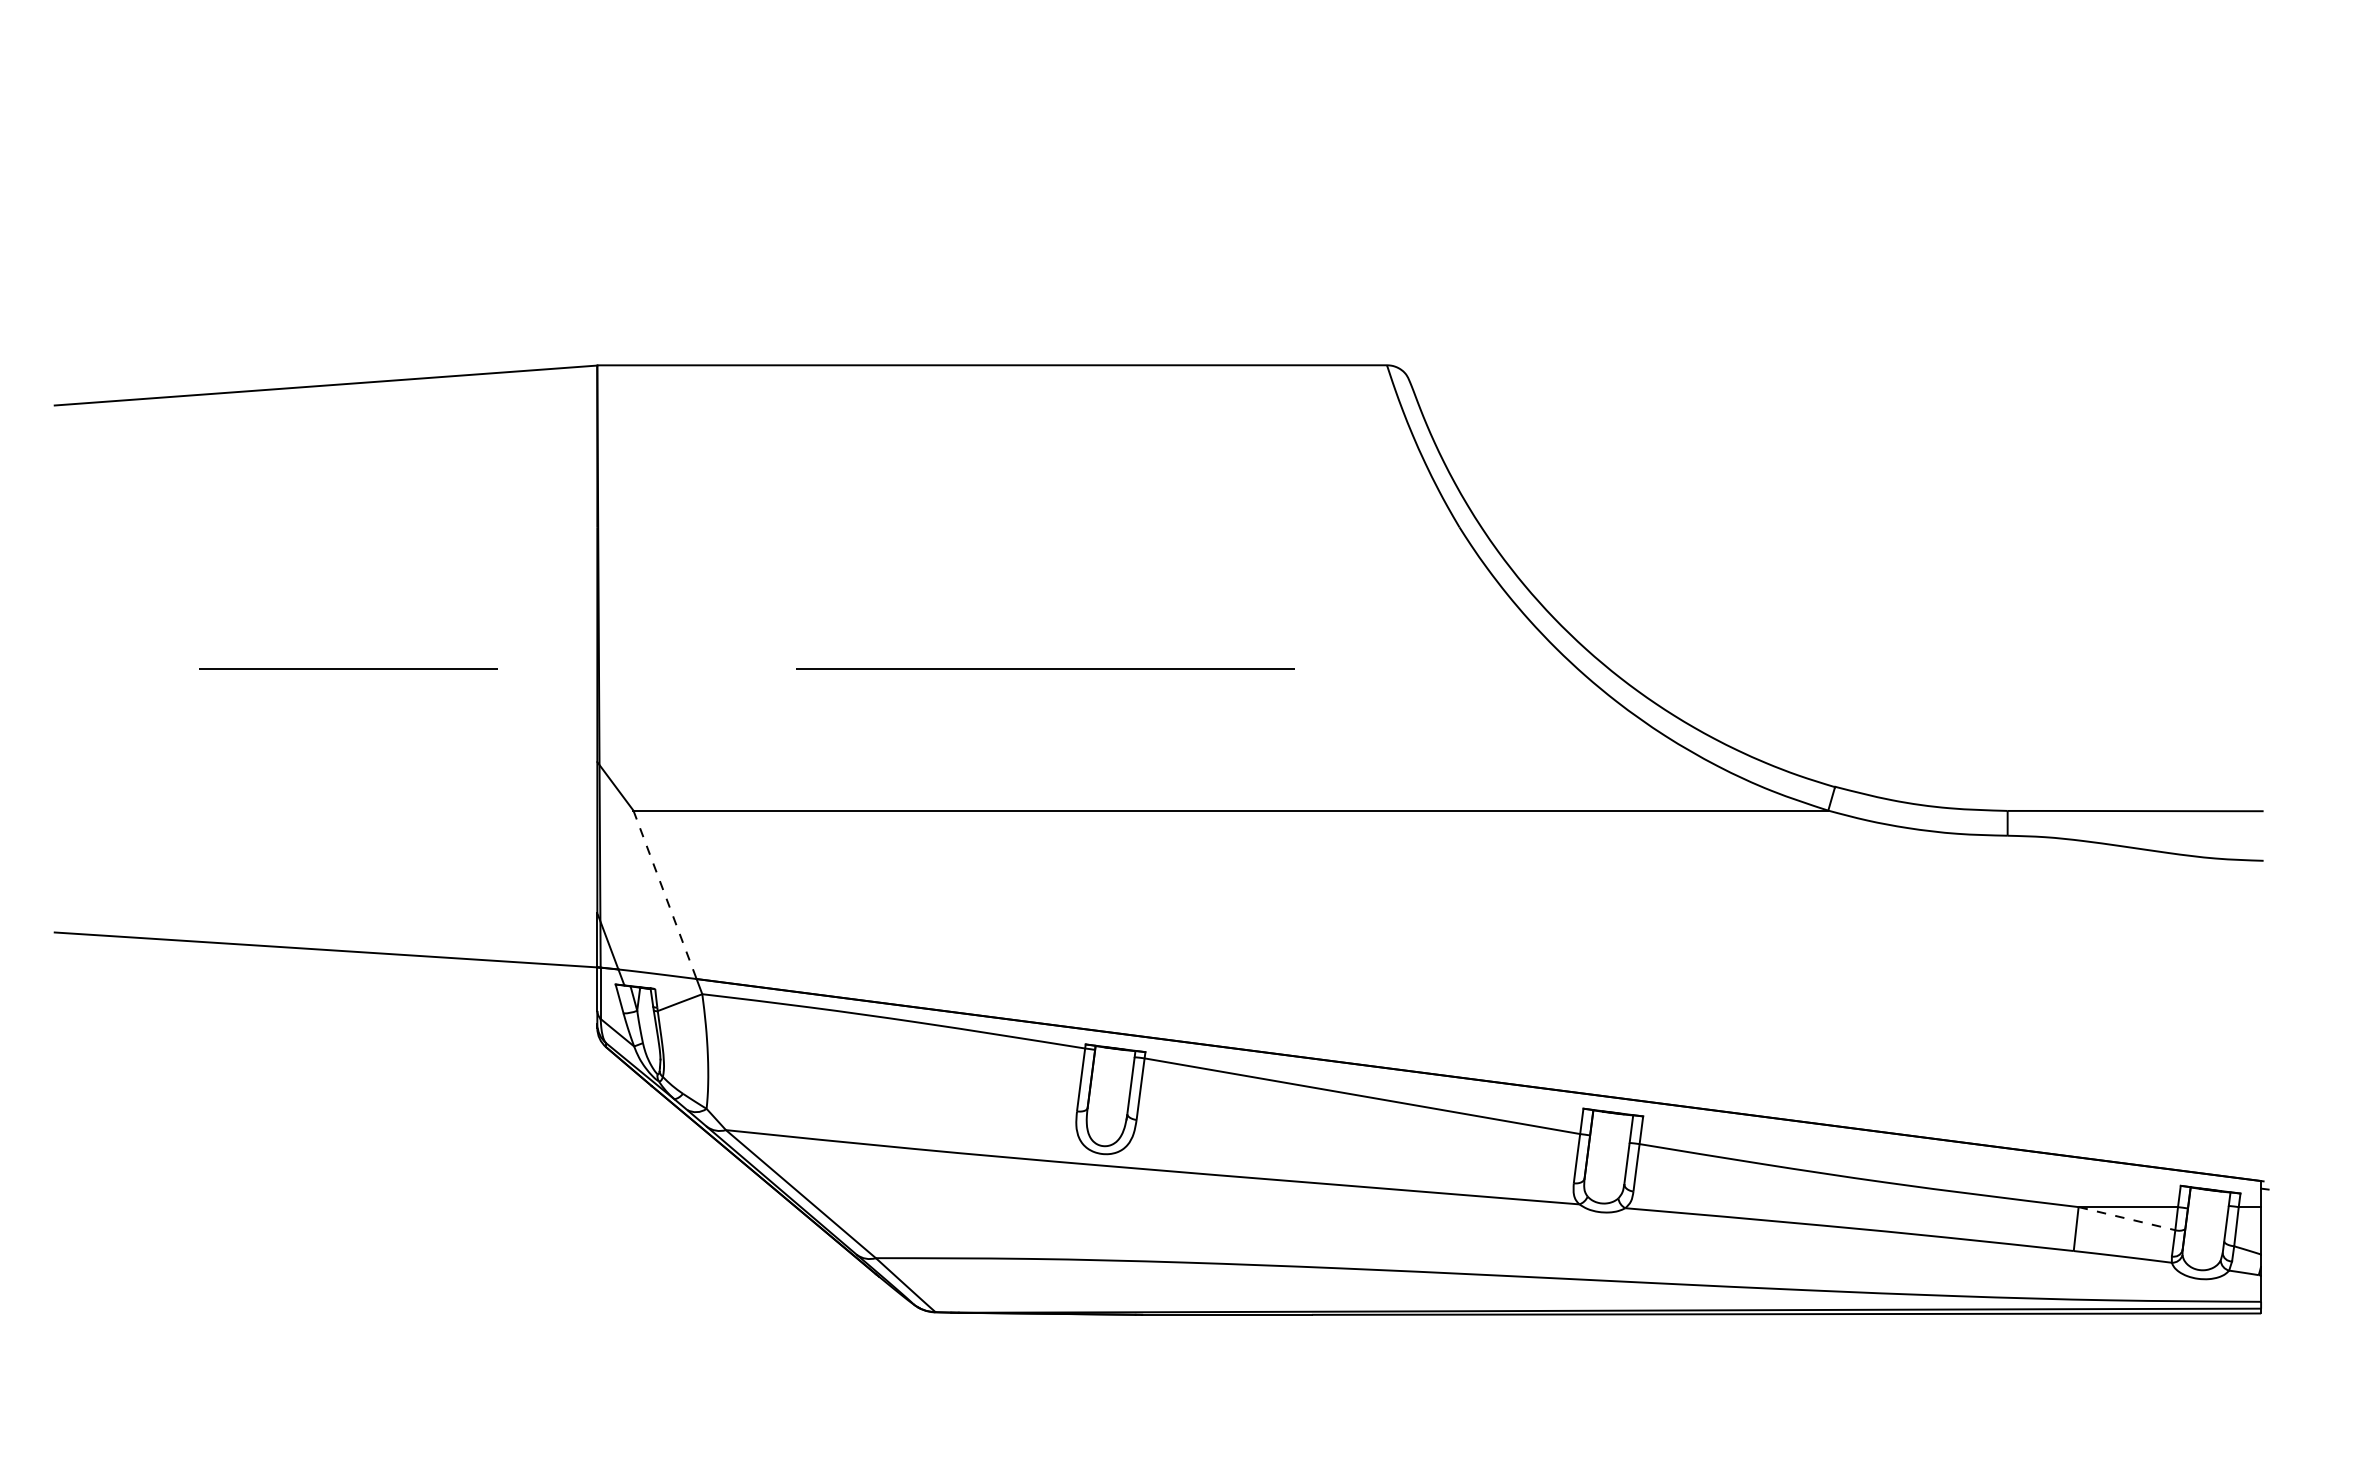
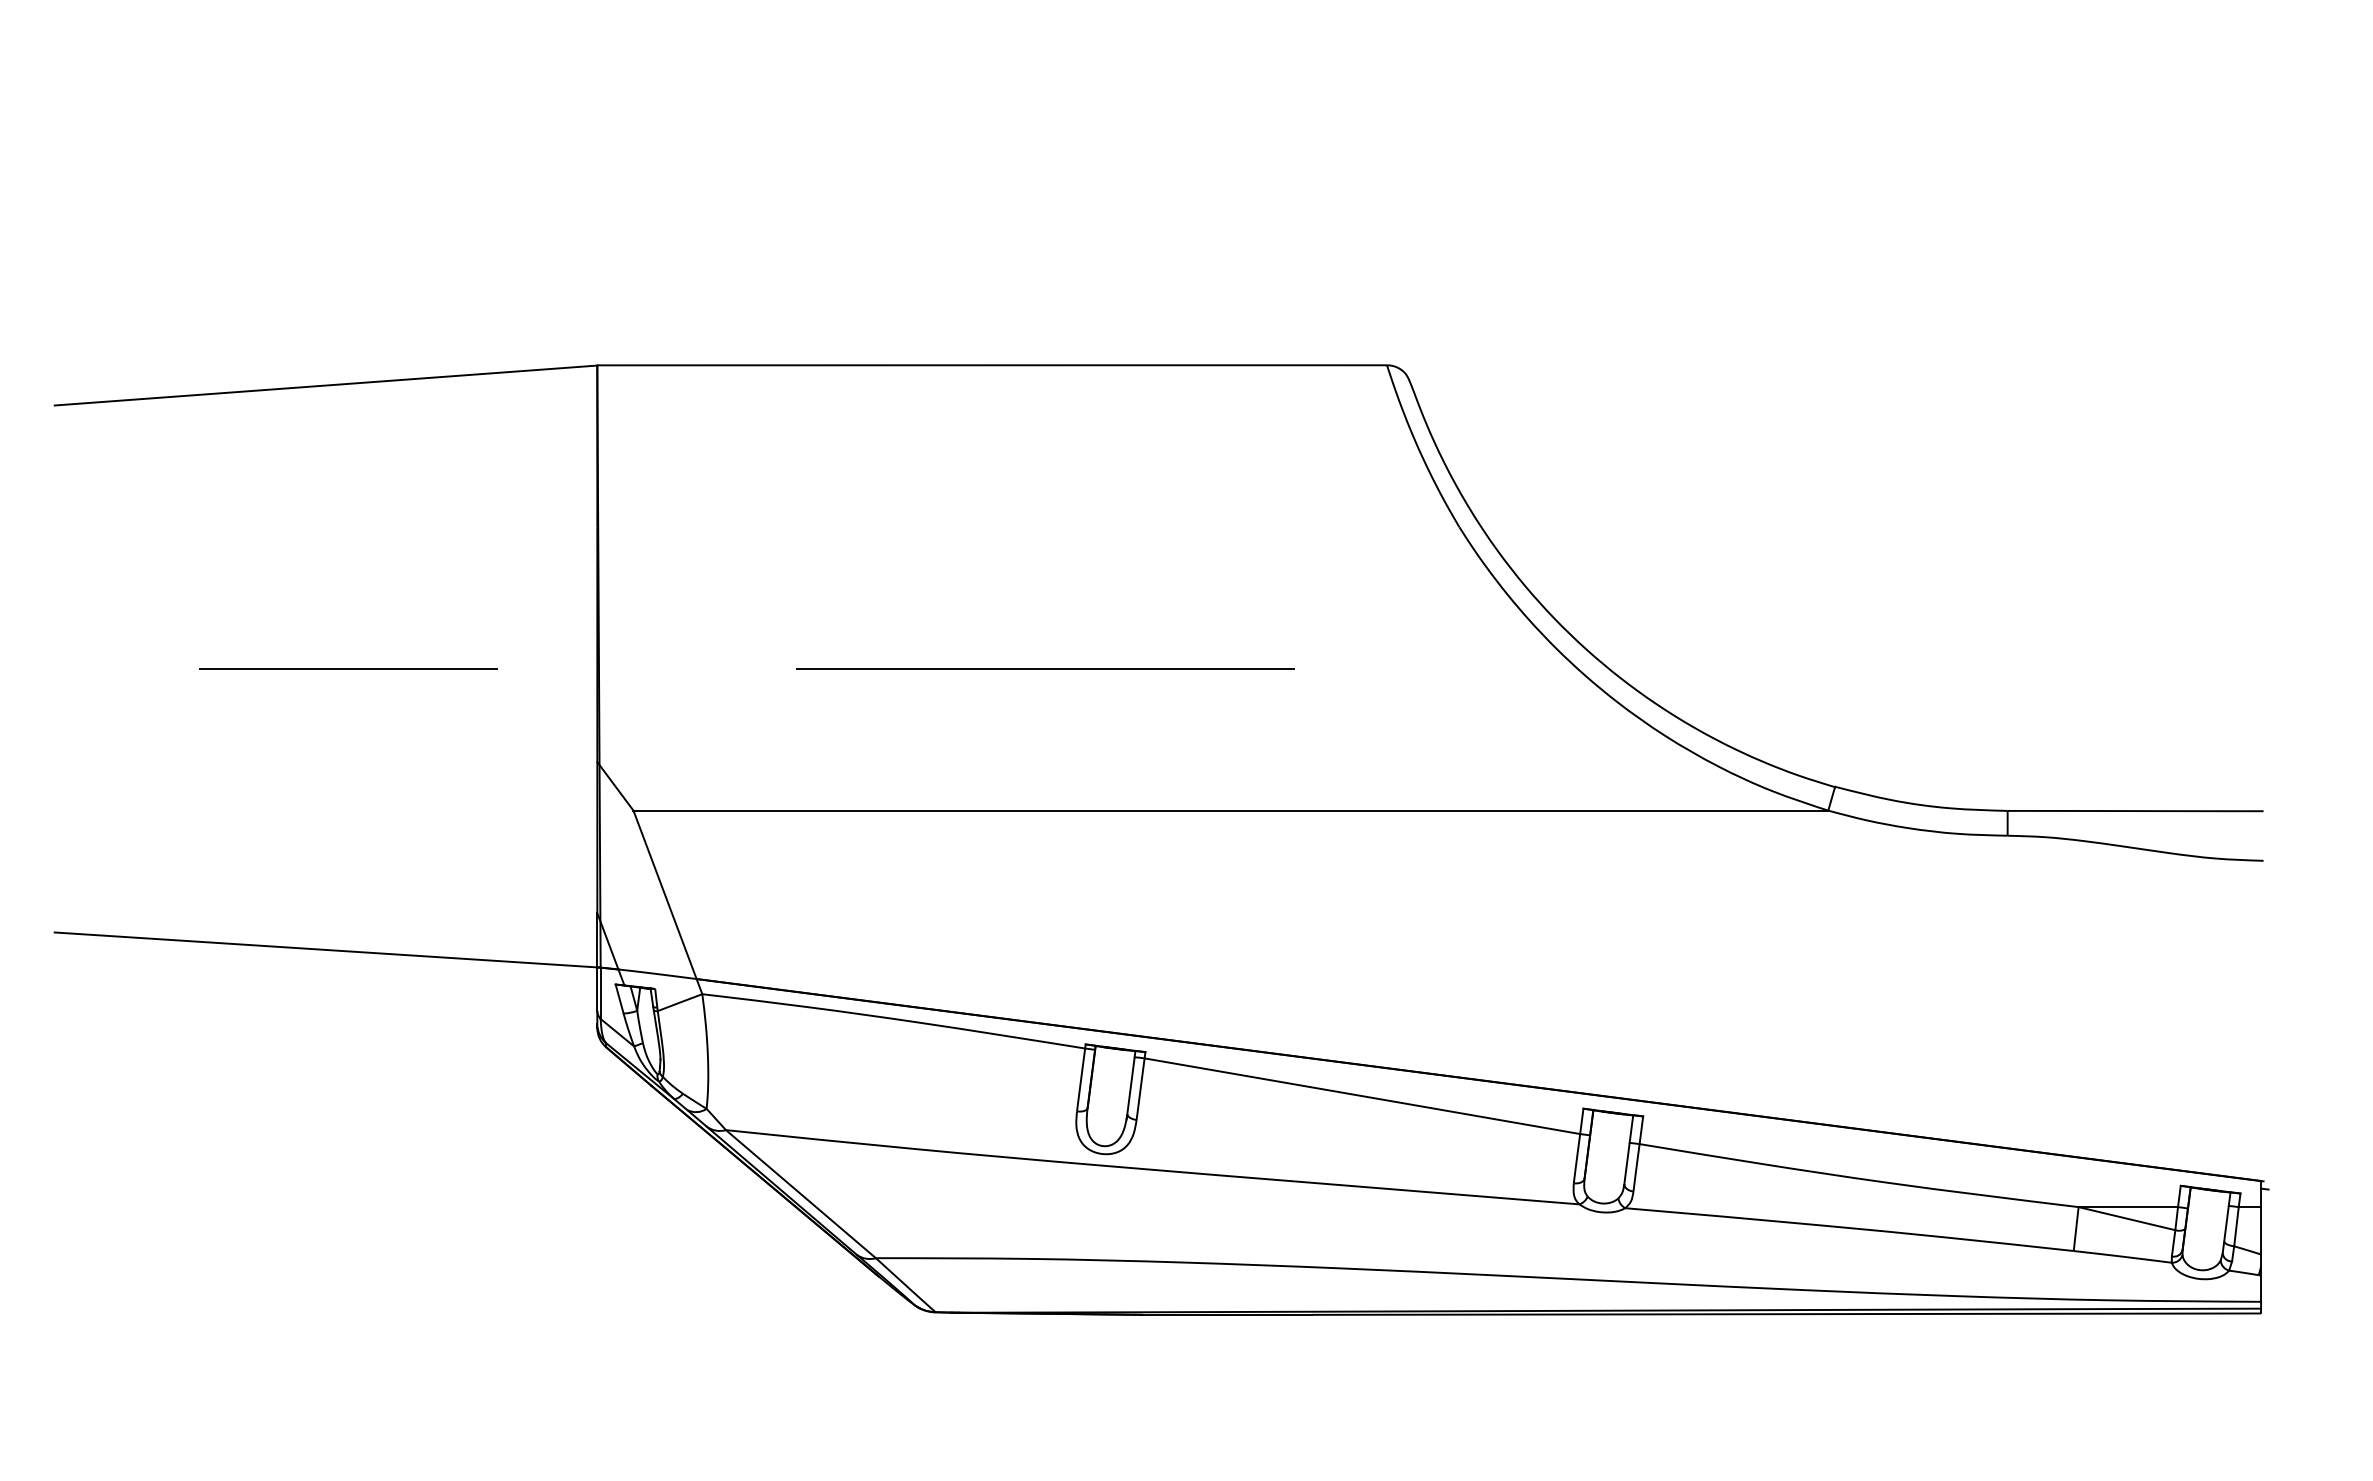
line at (665, 894): dashed -> solid
line at (2126, 1218): dashed -> solid
